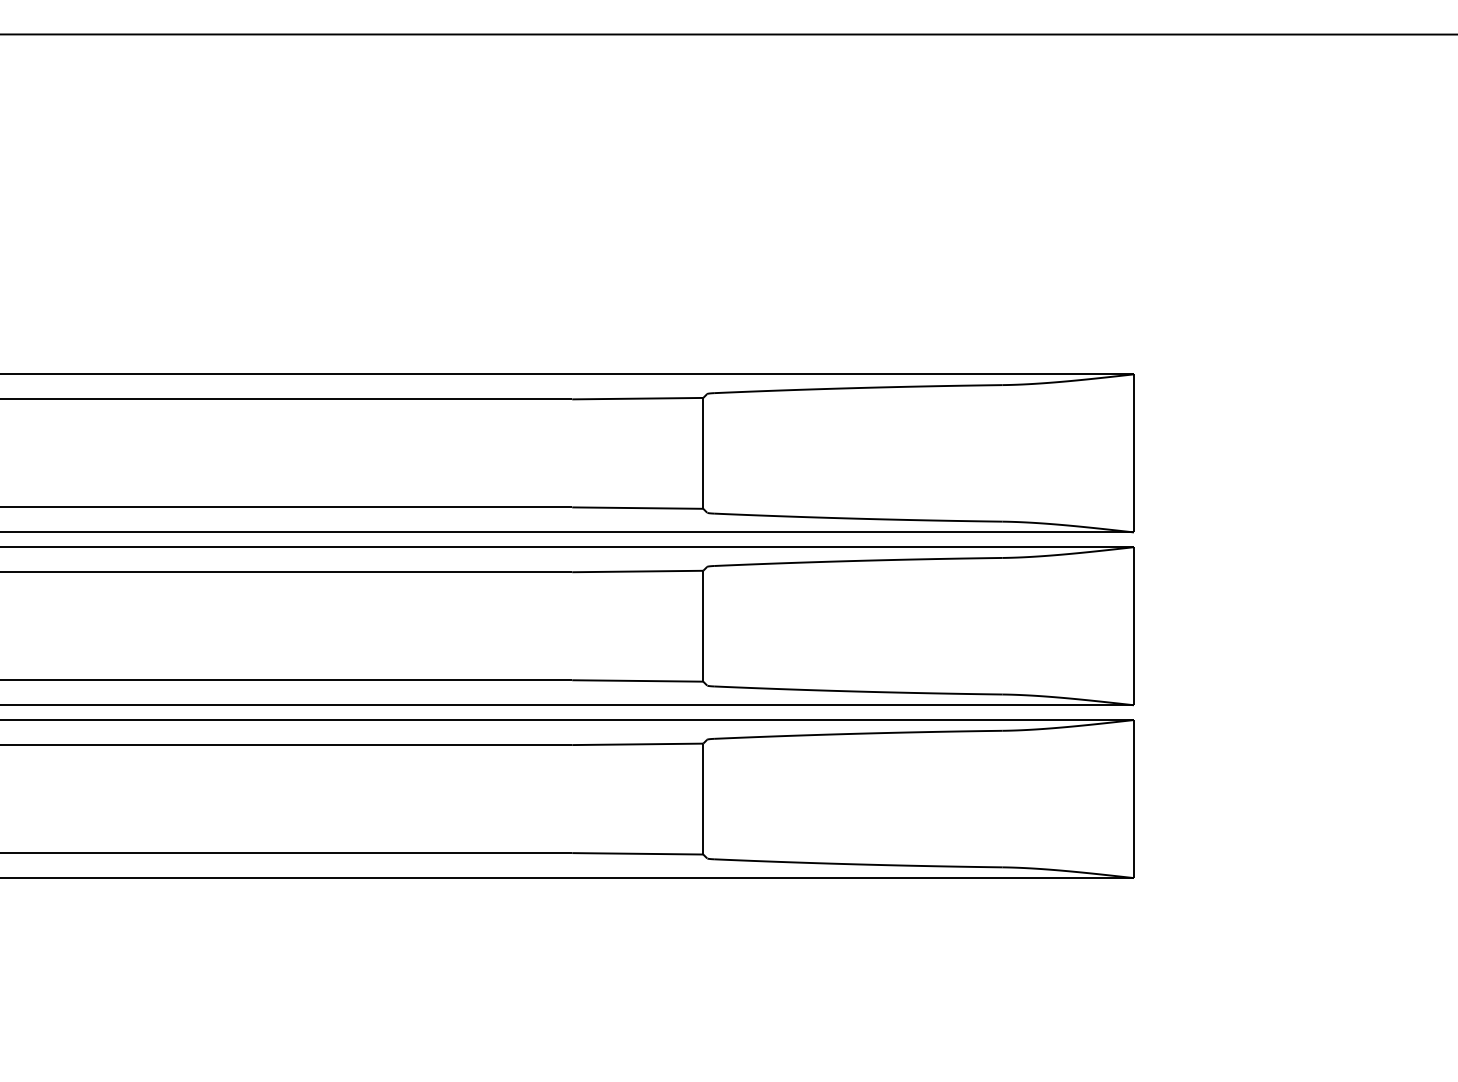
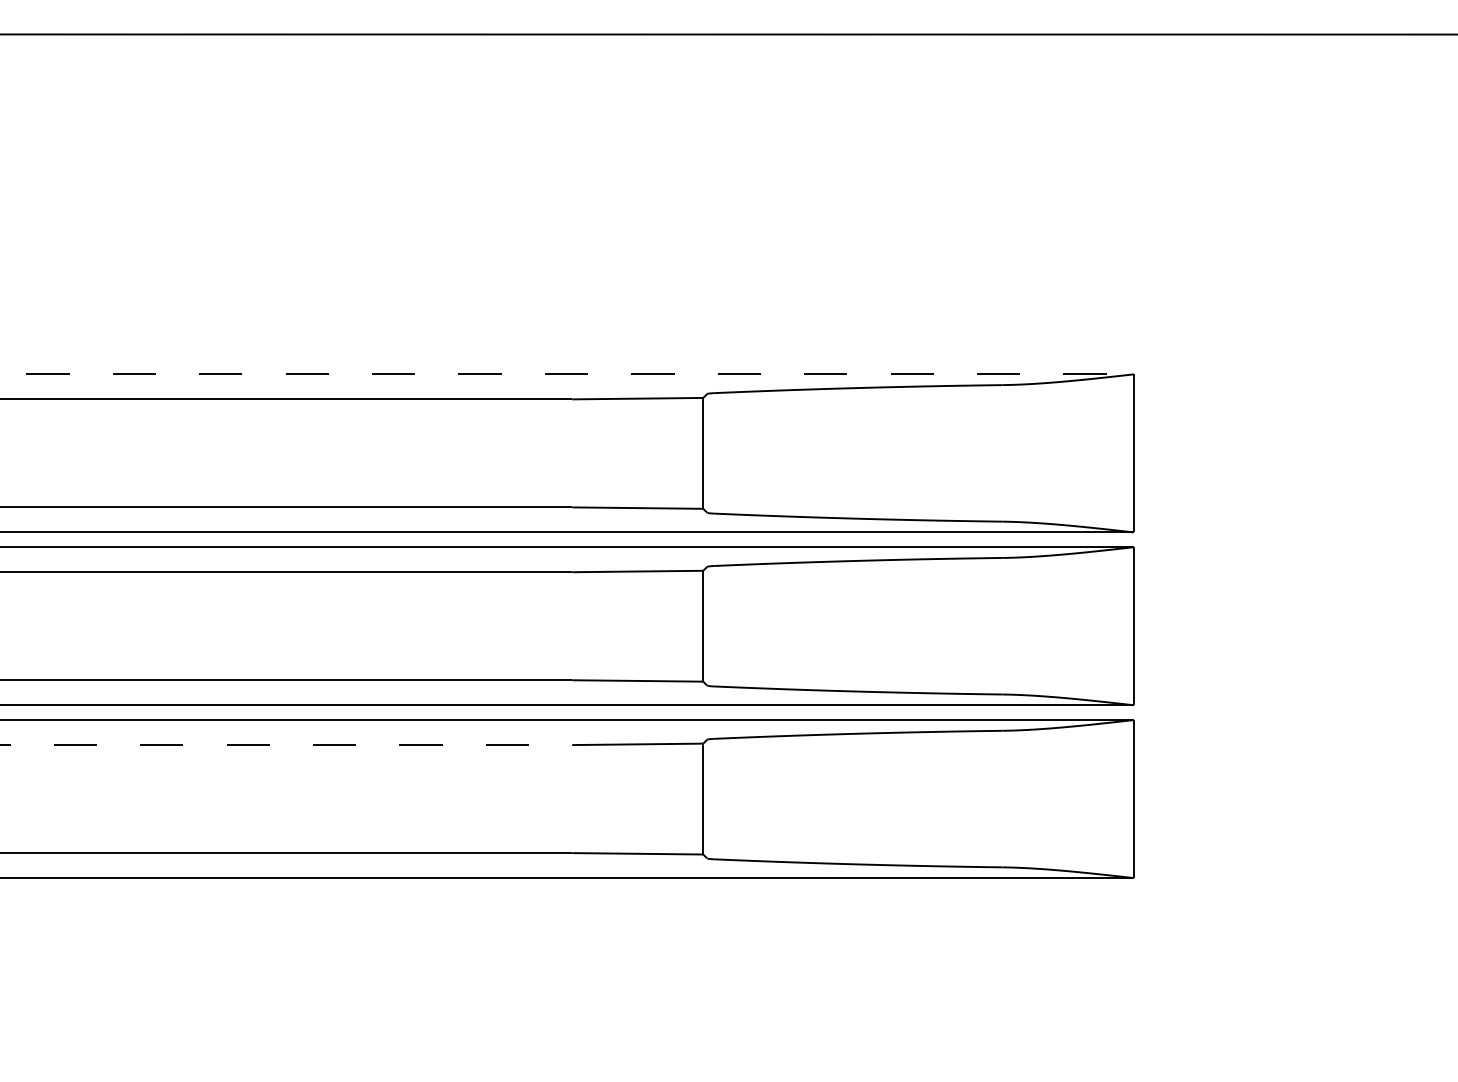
line at (567, 374): solid -> dashed
line at (286, 745): solid -> dashed
